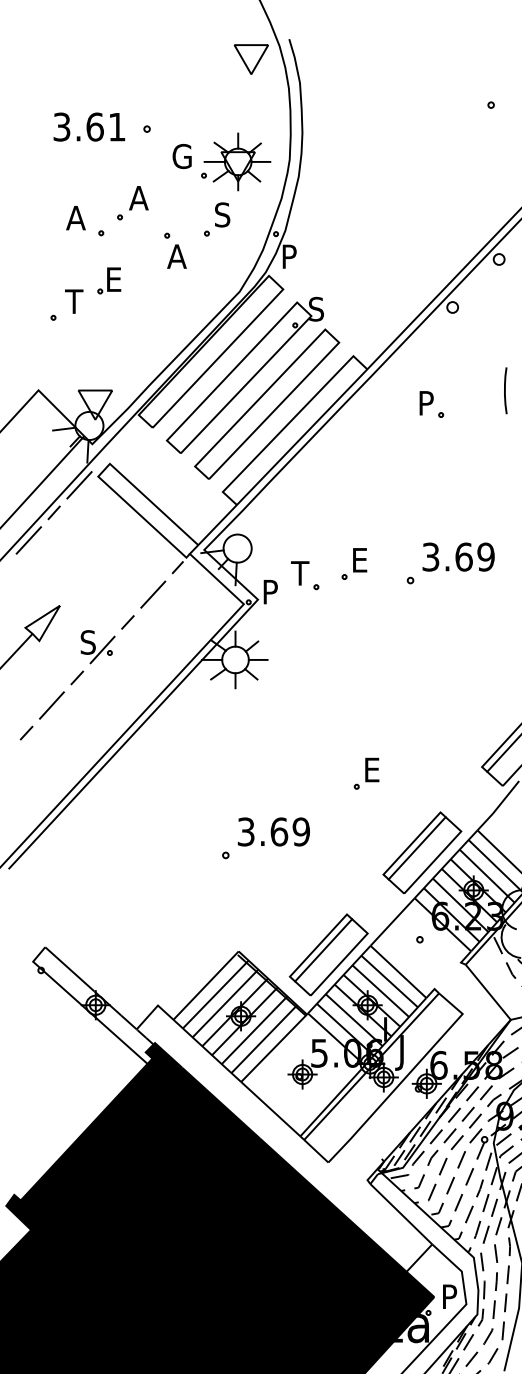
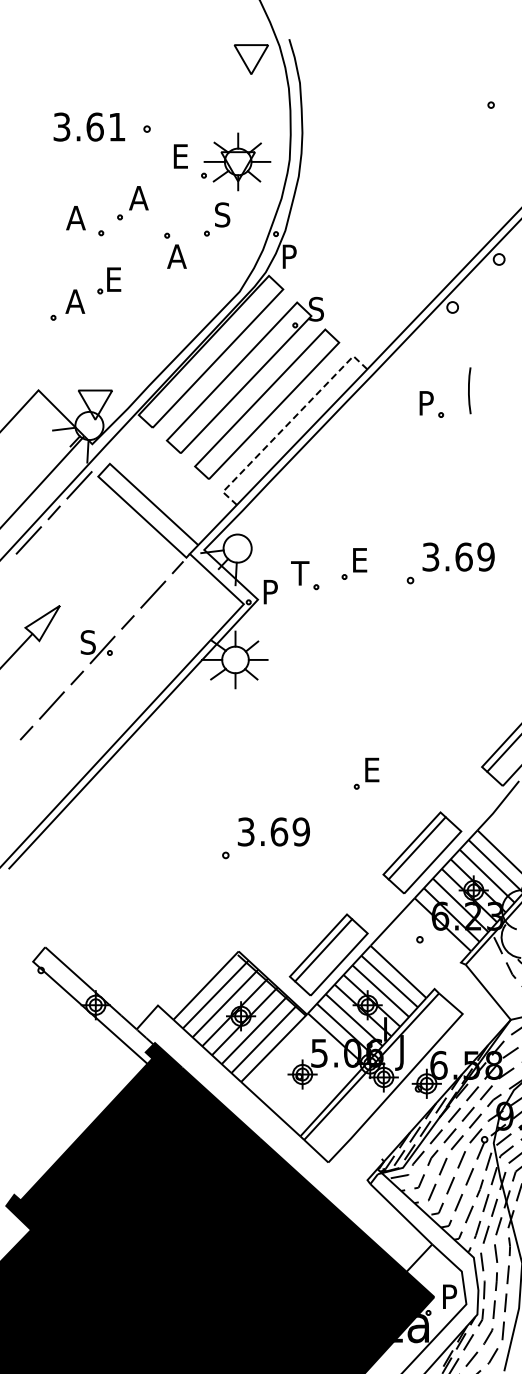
text at (181, 156): G -> E
text at (75, 301): T -> A
line at (505, 390) position: (505, 390) -> (469, 390)
line at (288, 423): solid -> dashed
